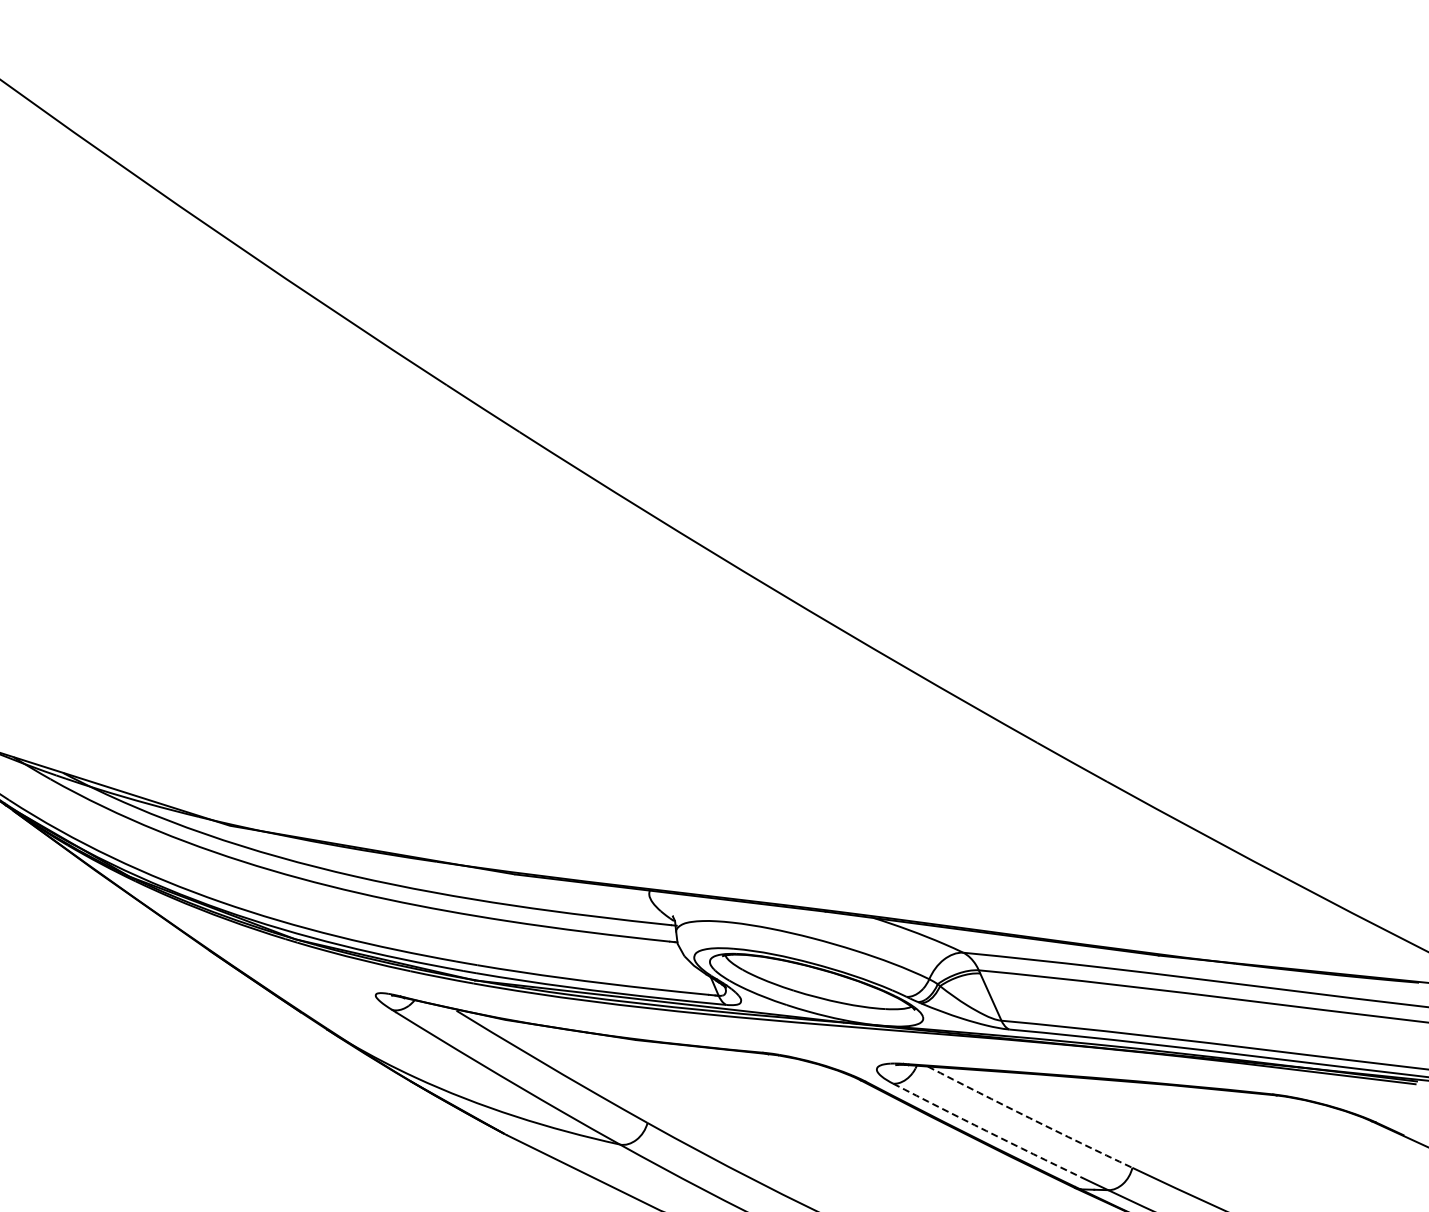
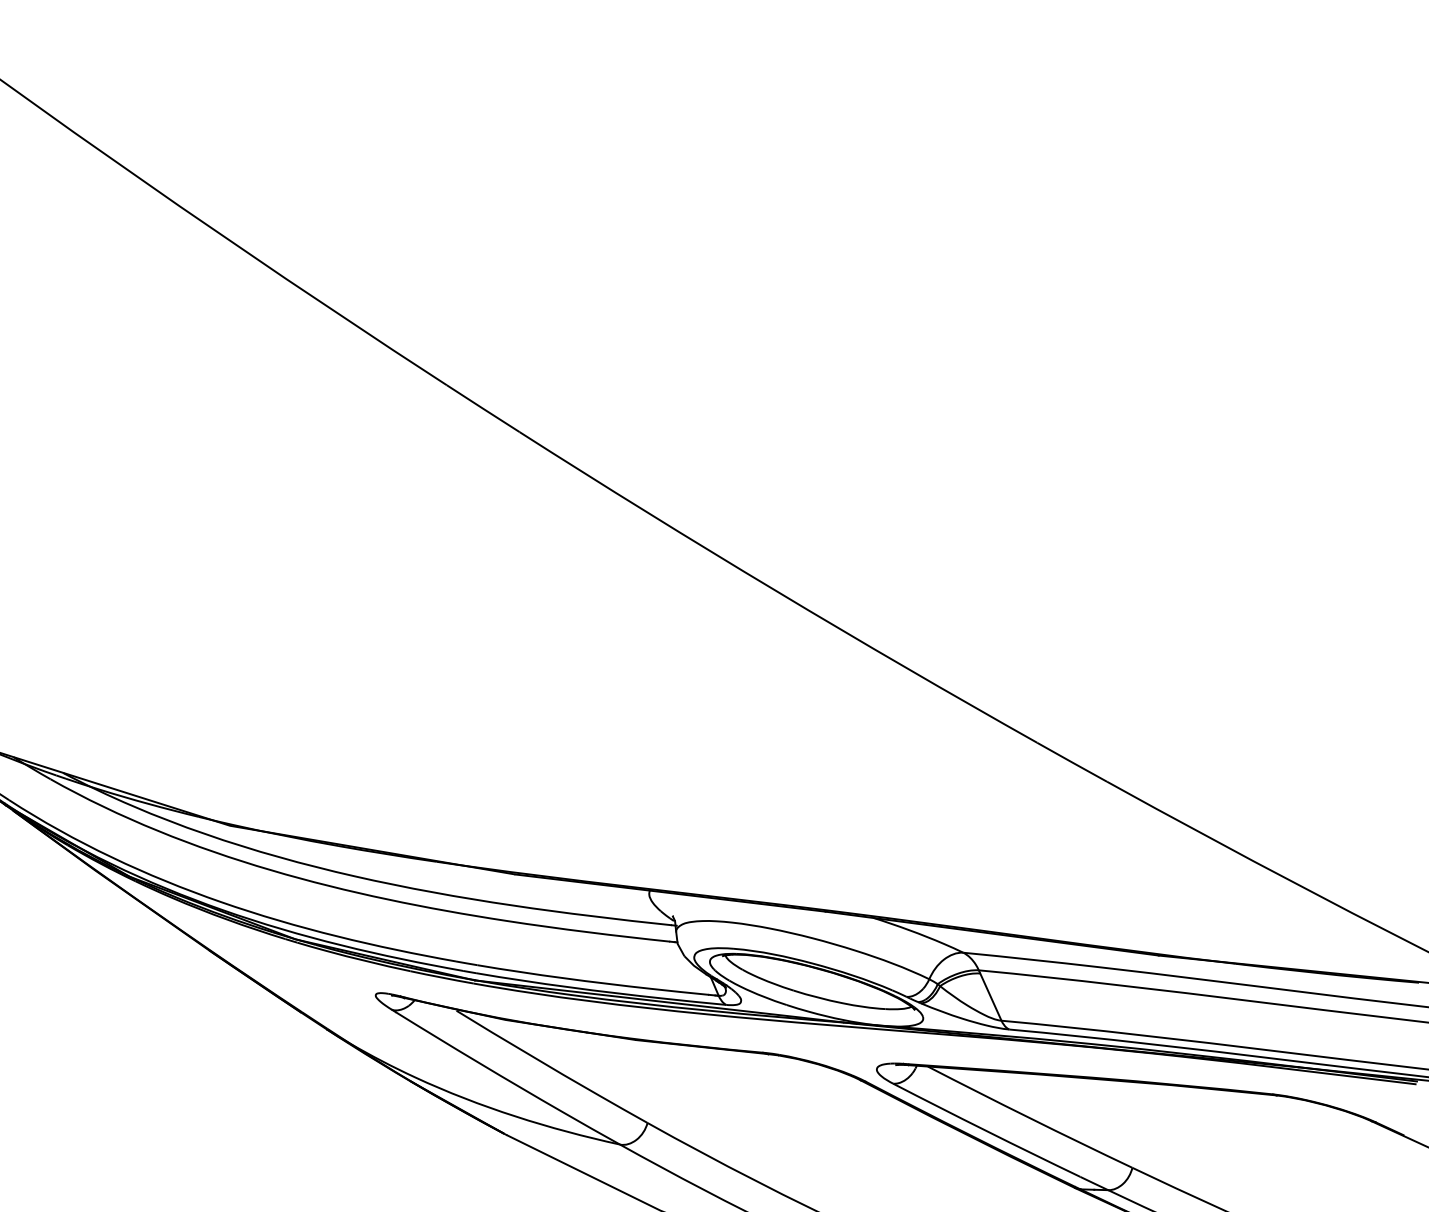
arc at (1029, 1118): dashed -> solid
arc at (986, 1131): dashed -> solid
